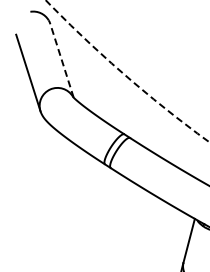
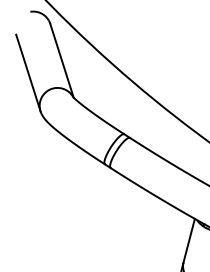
line at (62, 60): dashed -> solid
arc at (125, 75): dashed -> solid
